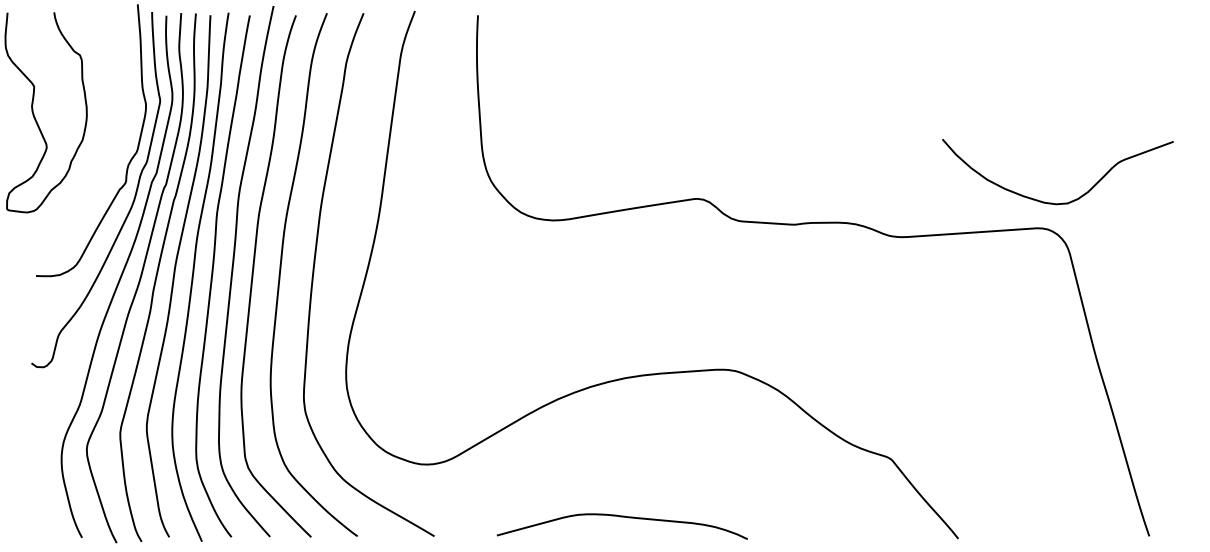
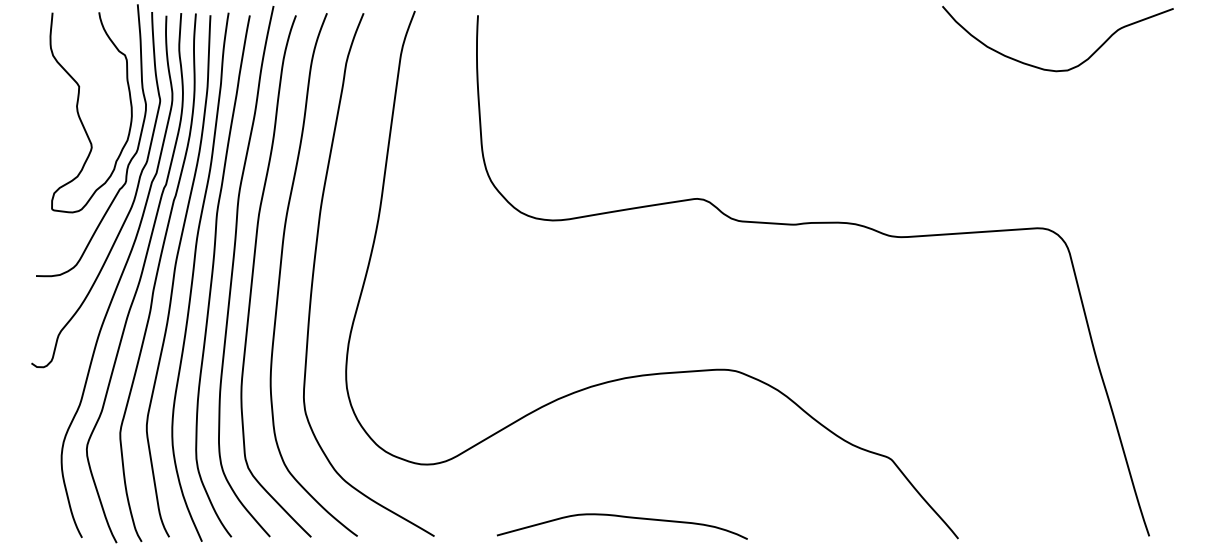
curve at (35, 116) position: (35, 116) -> (80, 116)
curve at (1052, 202) position: (1052, 202) -> (1052, 69)
